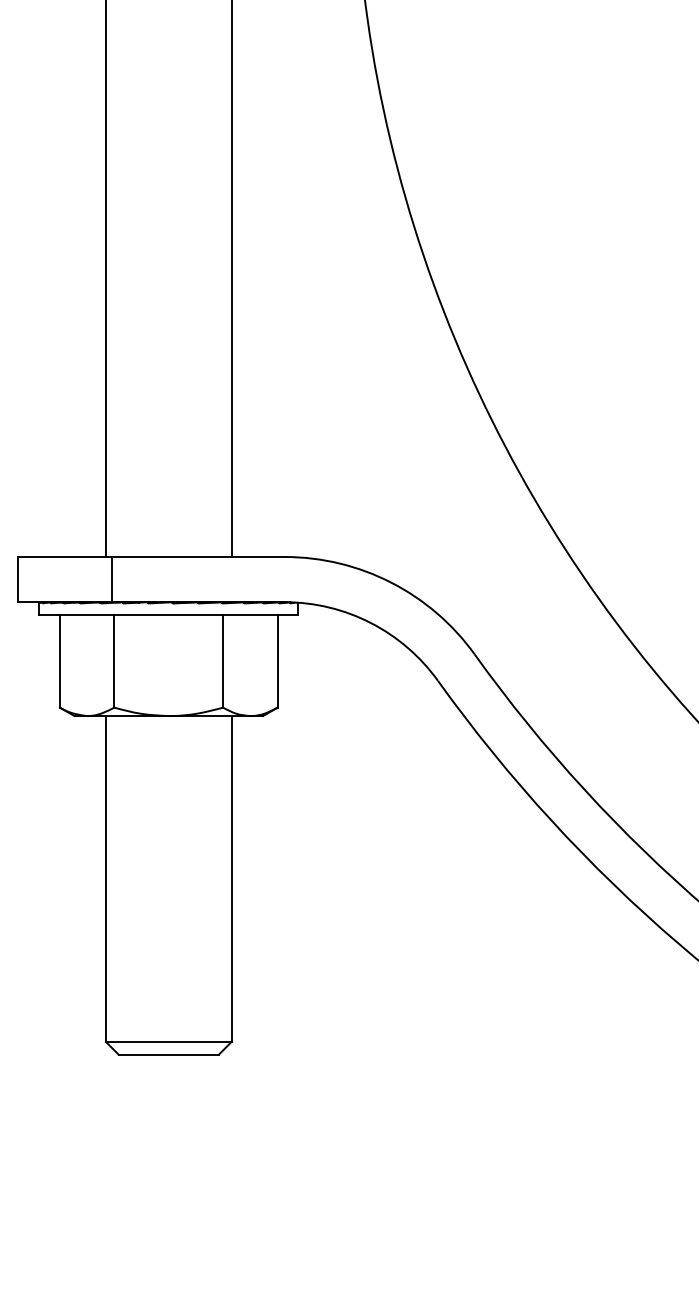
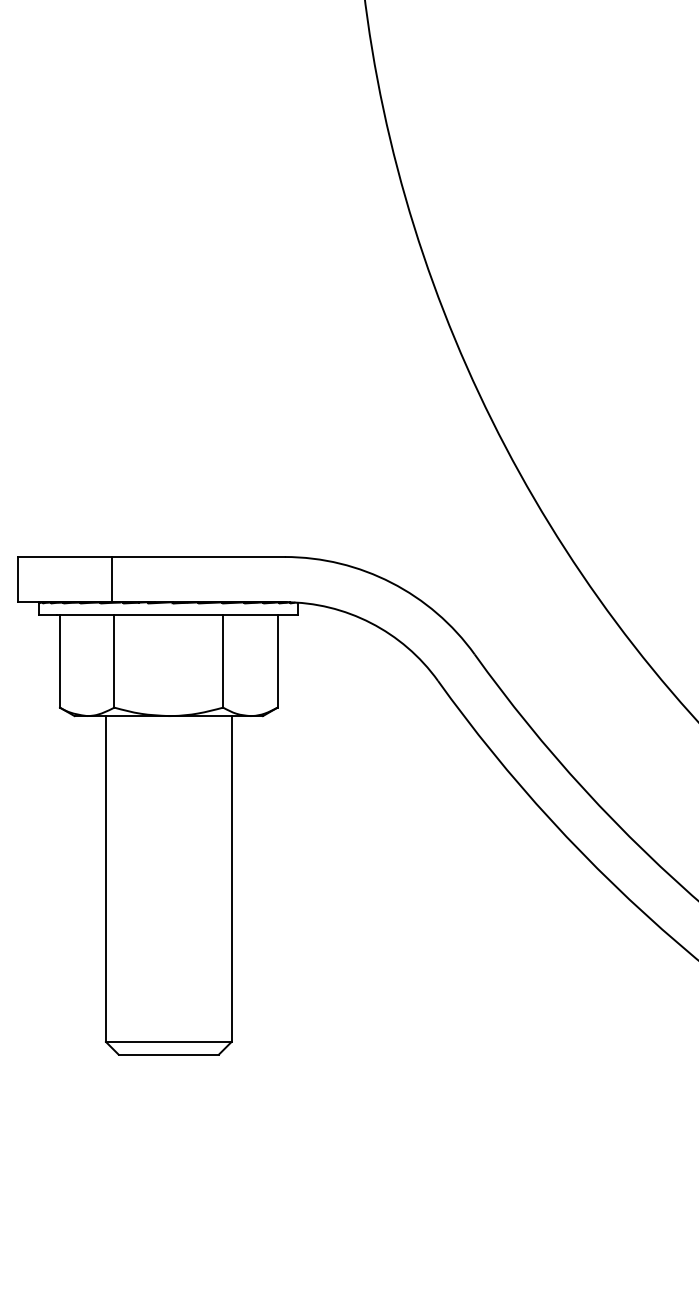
line at (105, 279): present -> none
line at (231, 279): present -> none
